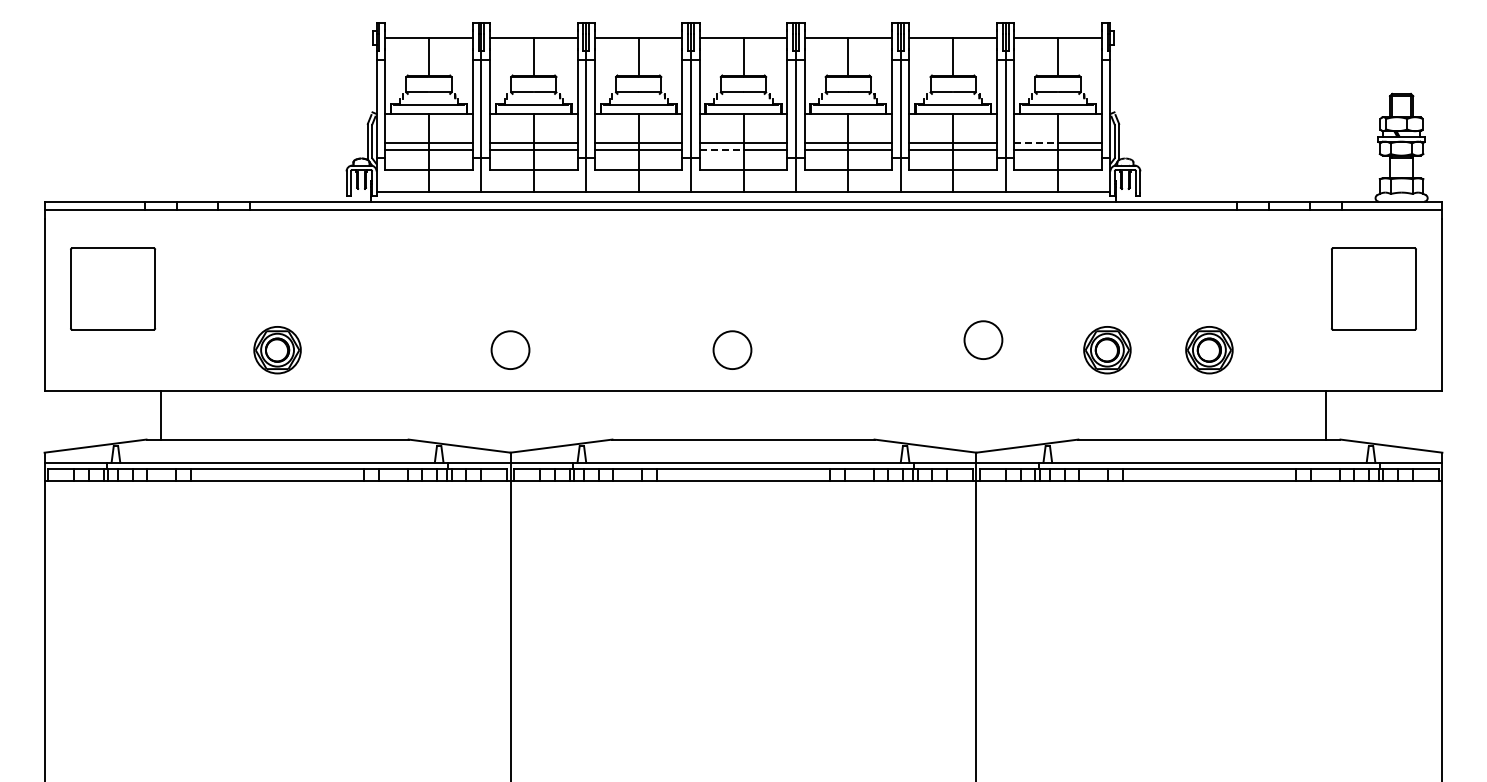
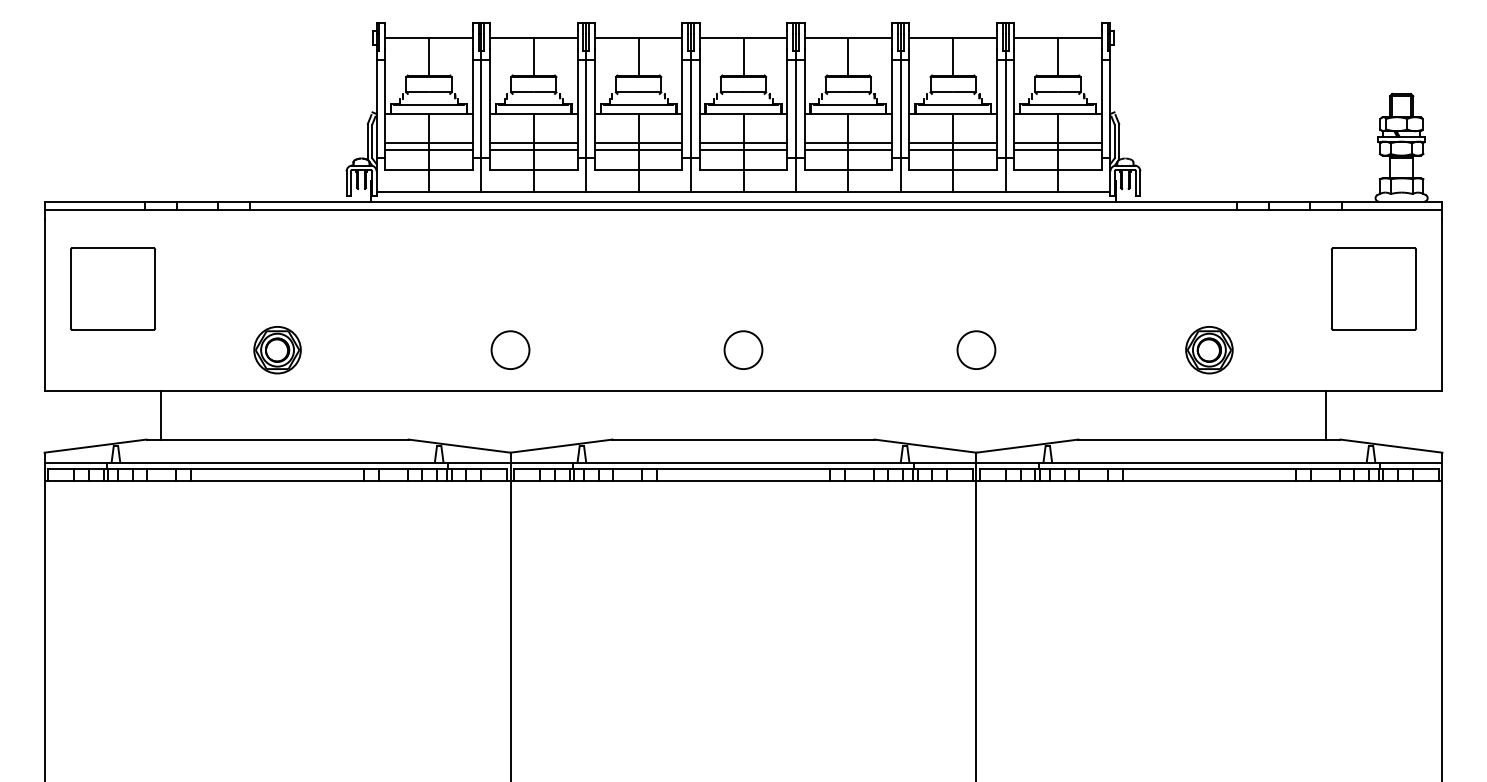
line at (1036, 142): dashed -> solid
line at (721, 149): dashed -> solid
circle at (983, 339) position: (983, 339) -> (976, 349)
circle at (732, 349) position: (732, 349) -> (743, 349)
part at (1107, 350): present -> none
